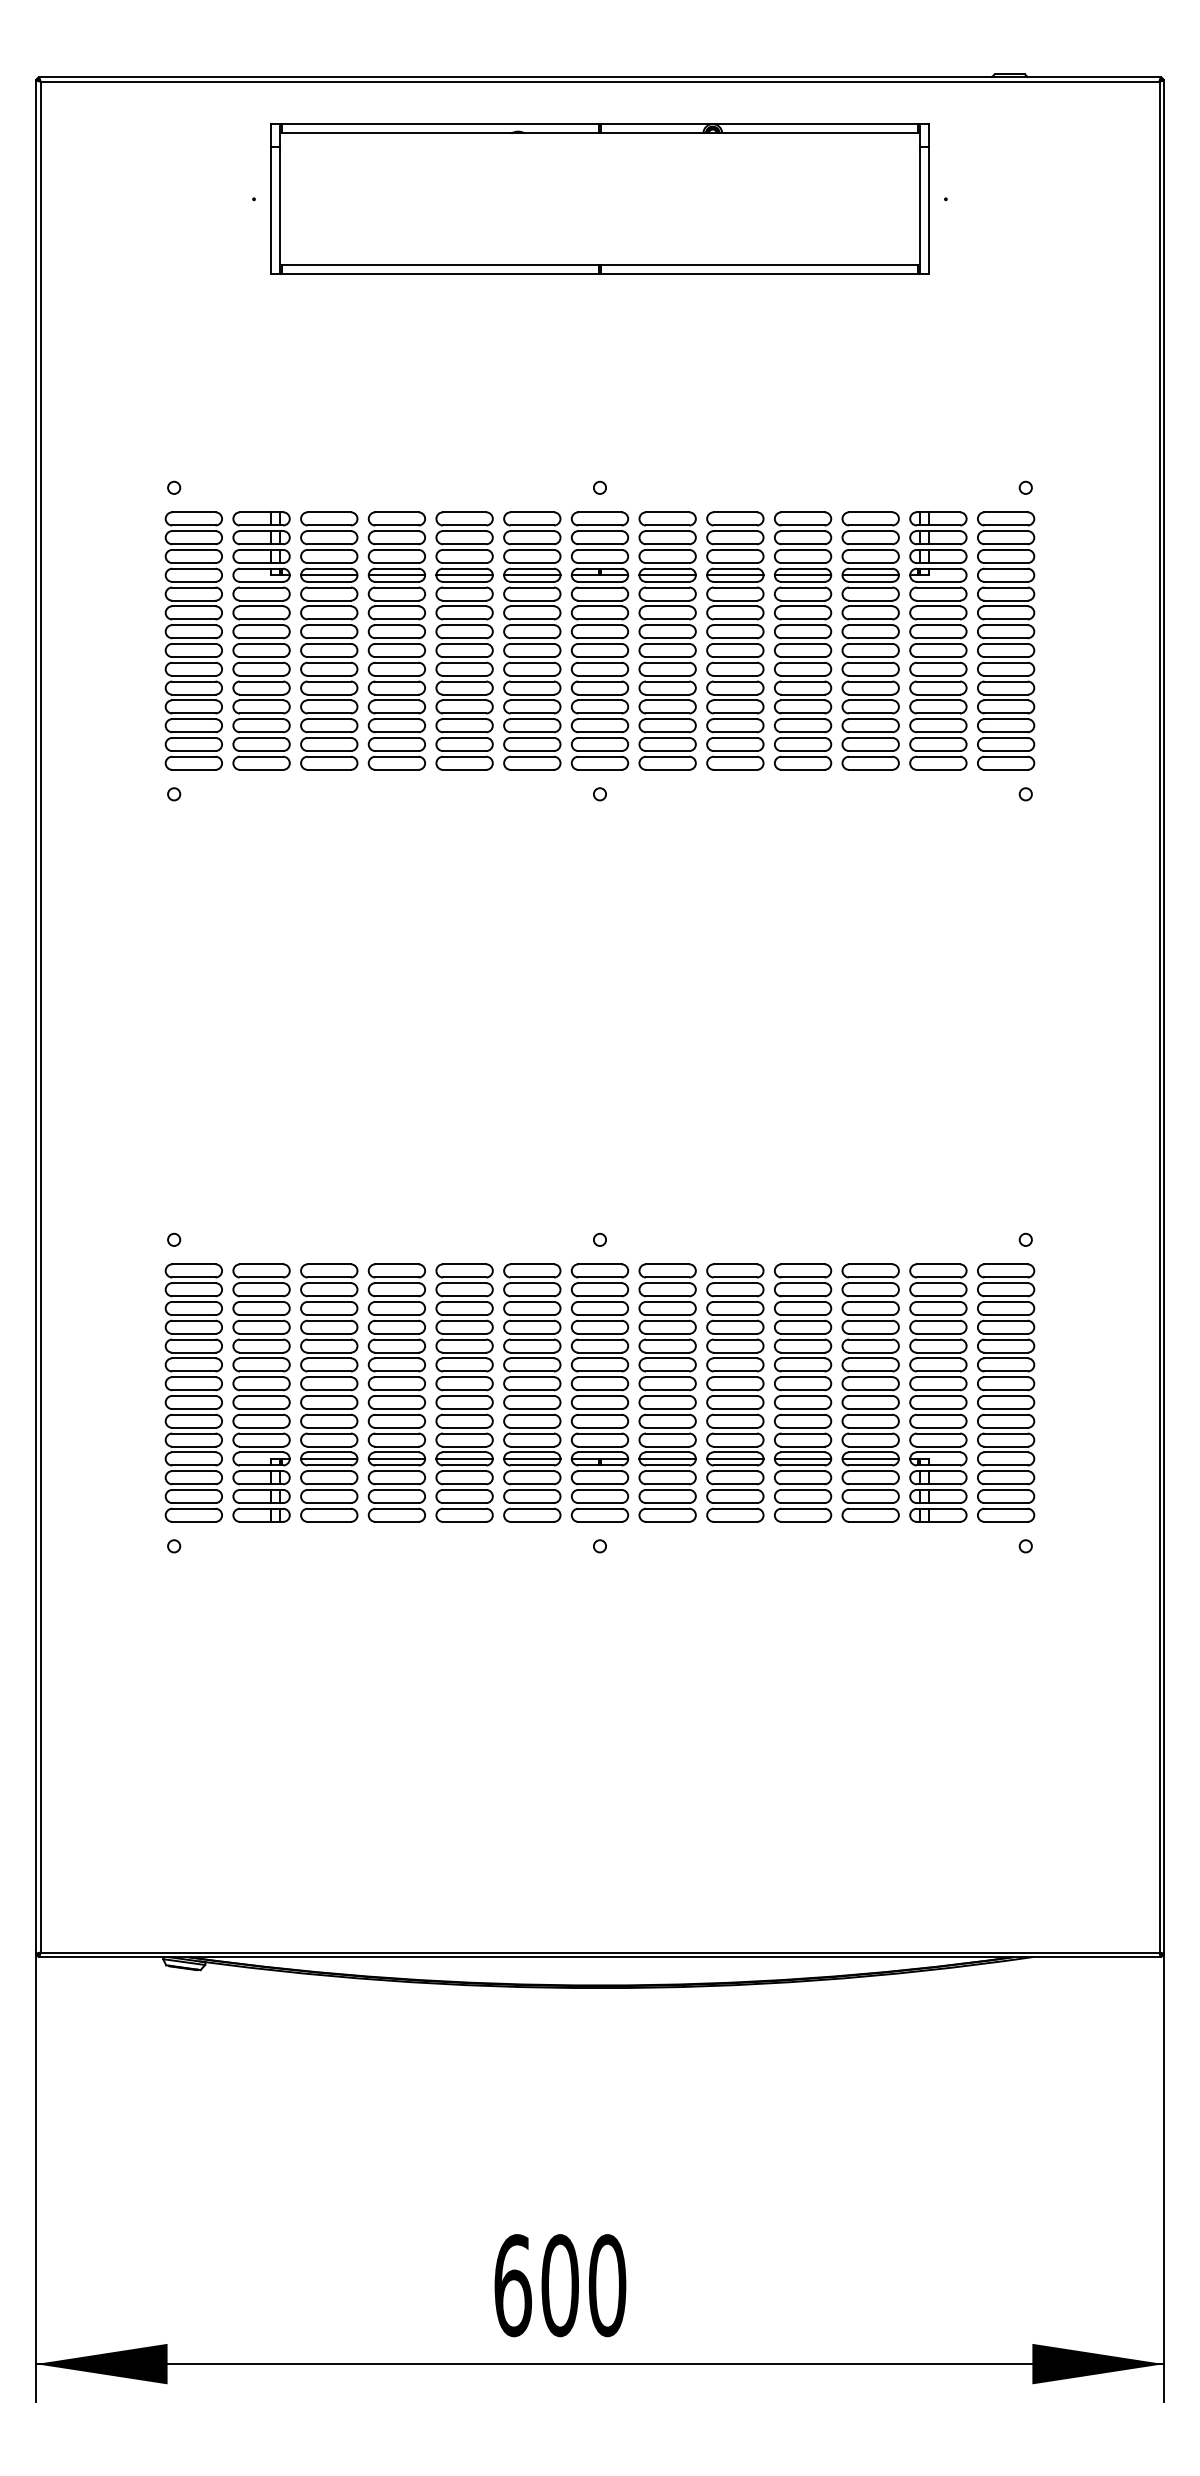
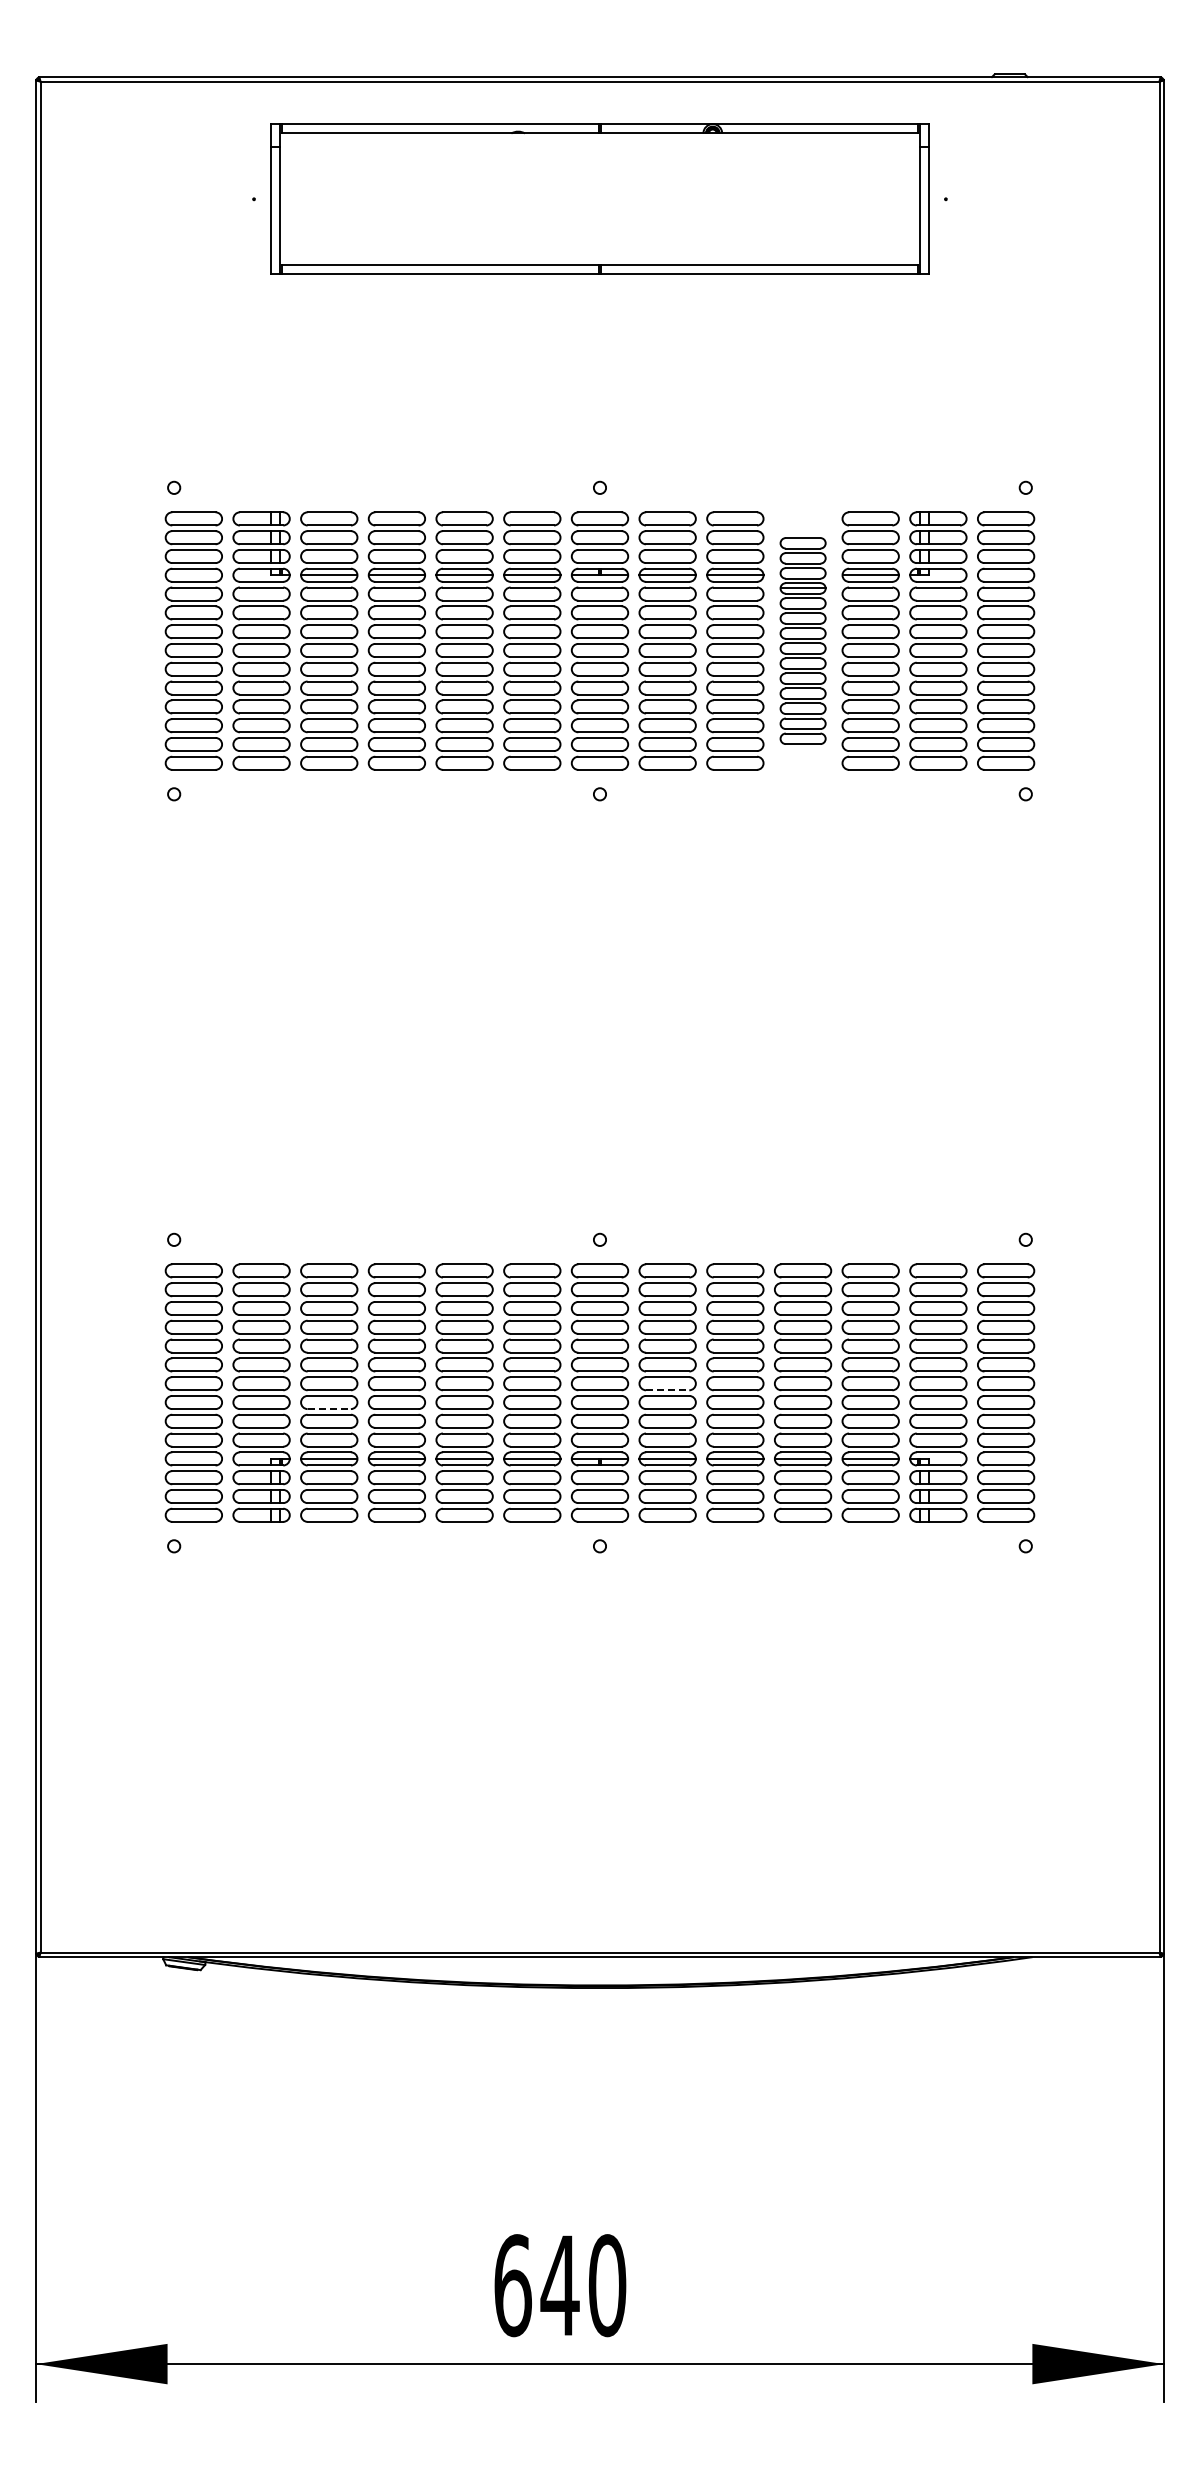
part at (803, 640) size: 59x260 px -> 48x208 px
line at (667, 1390): solid -> dashed
line at (329, 1409): solid -> dashed
text at (559, 2285): 600 -> 640
